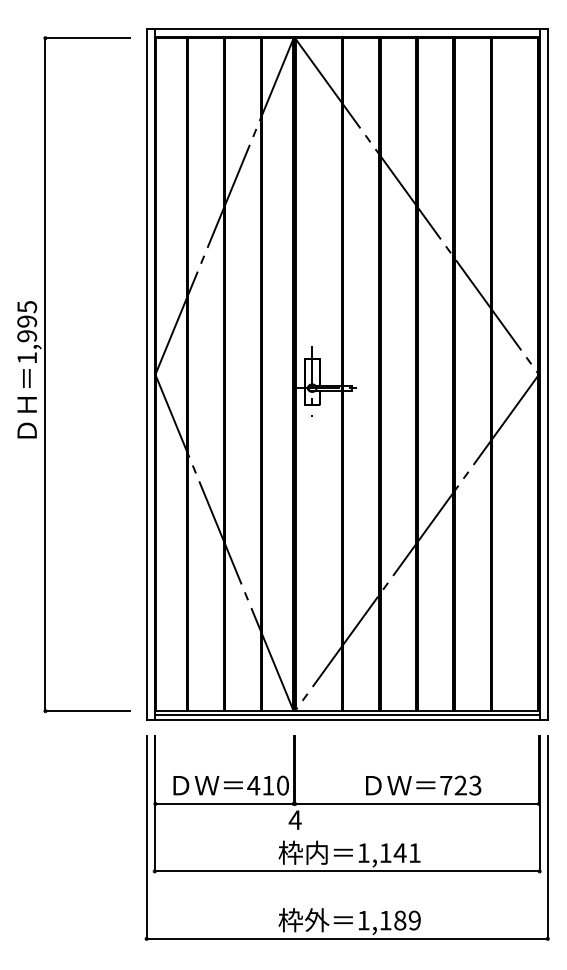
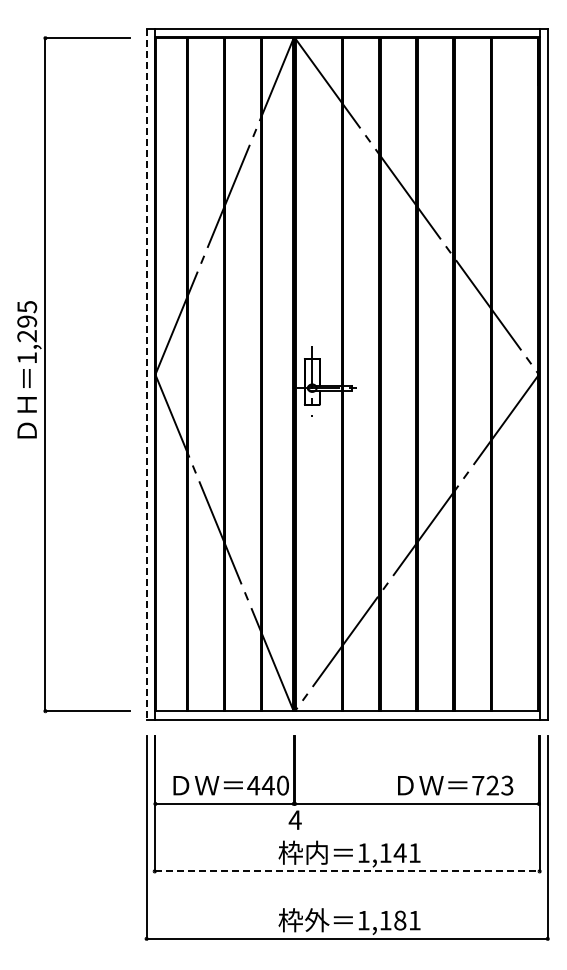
text at (27, 336): 1,995 -> 1,295
line at (146, 374): solid -> dashed
line at (346, 714): present -> none
text at (267, 785): 410 -> 440
text at (423, 785) position: (423, 785) -> (455, 785)
line at (347, 871): solid -> dashed
text at (414, 920): 1,189 -> 1,181
